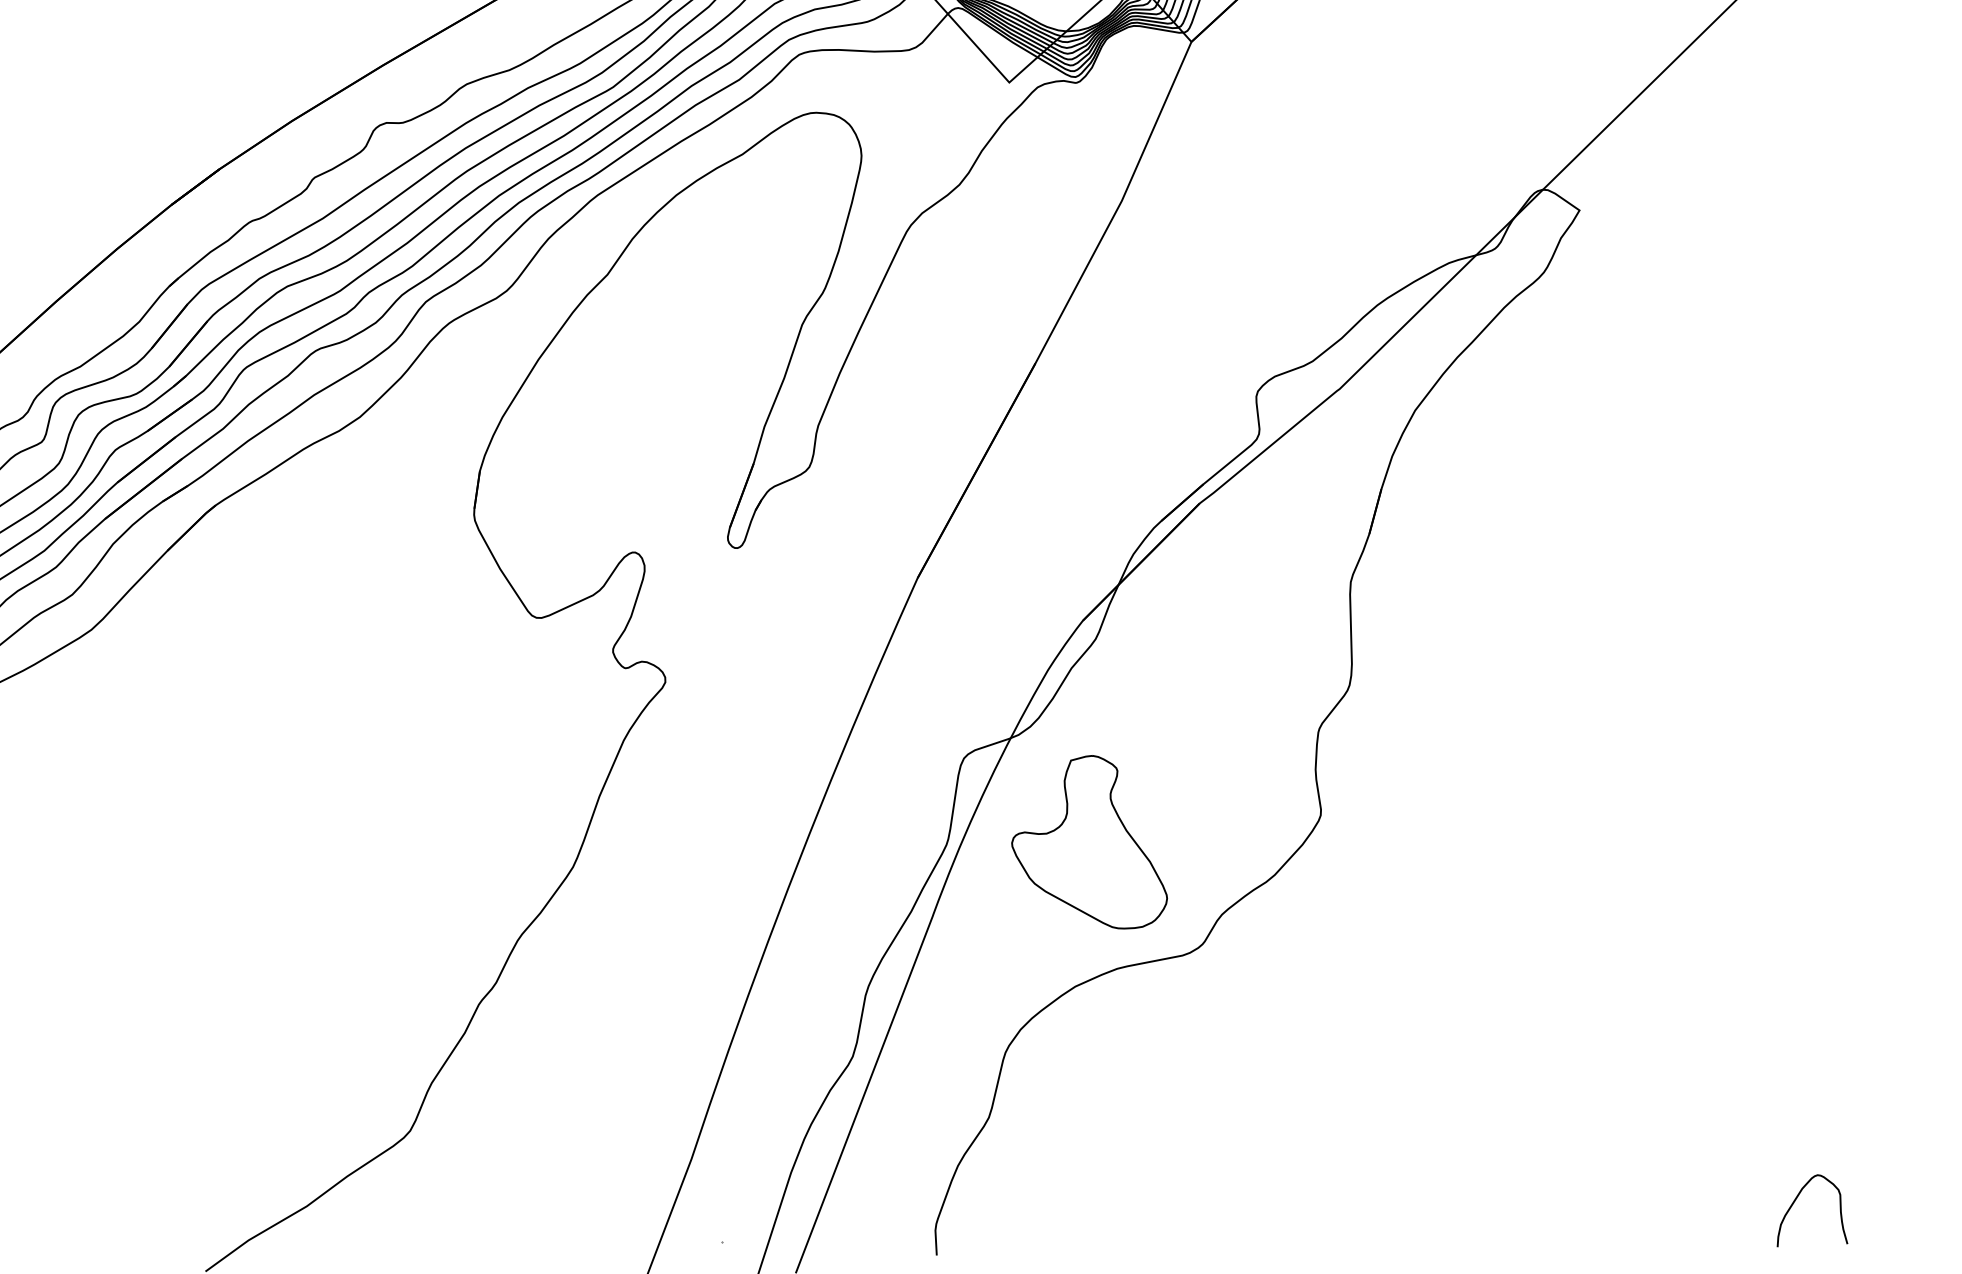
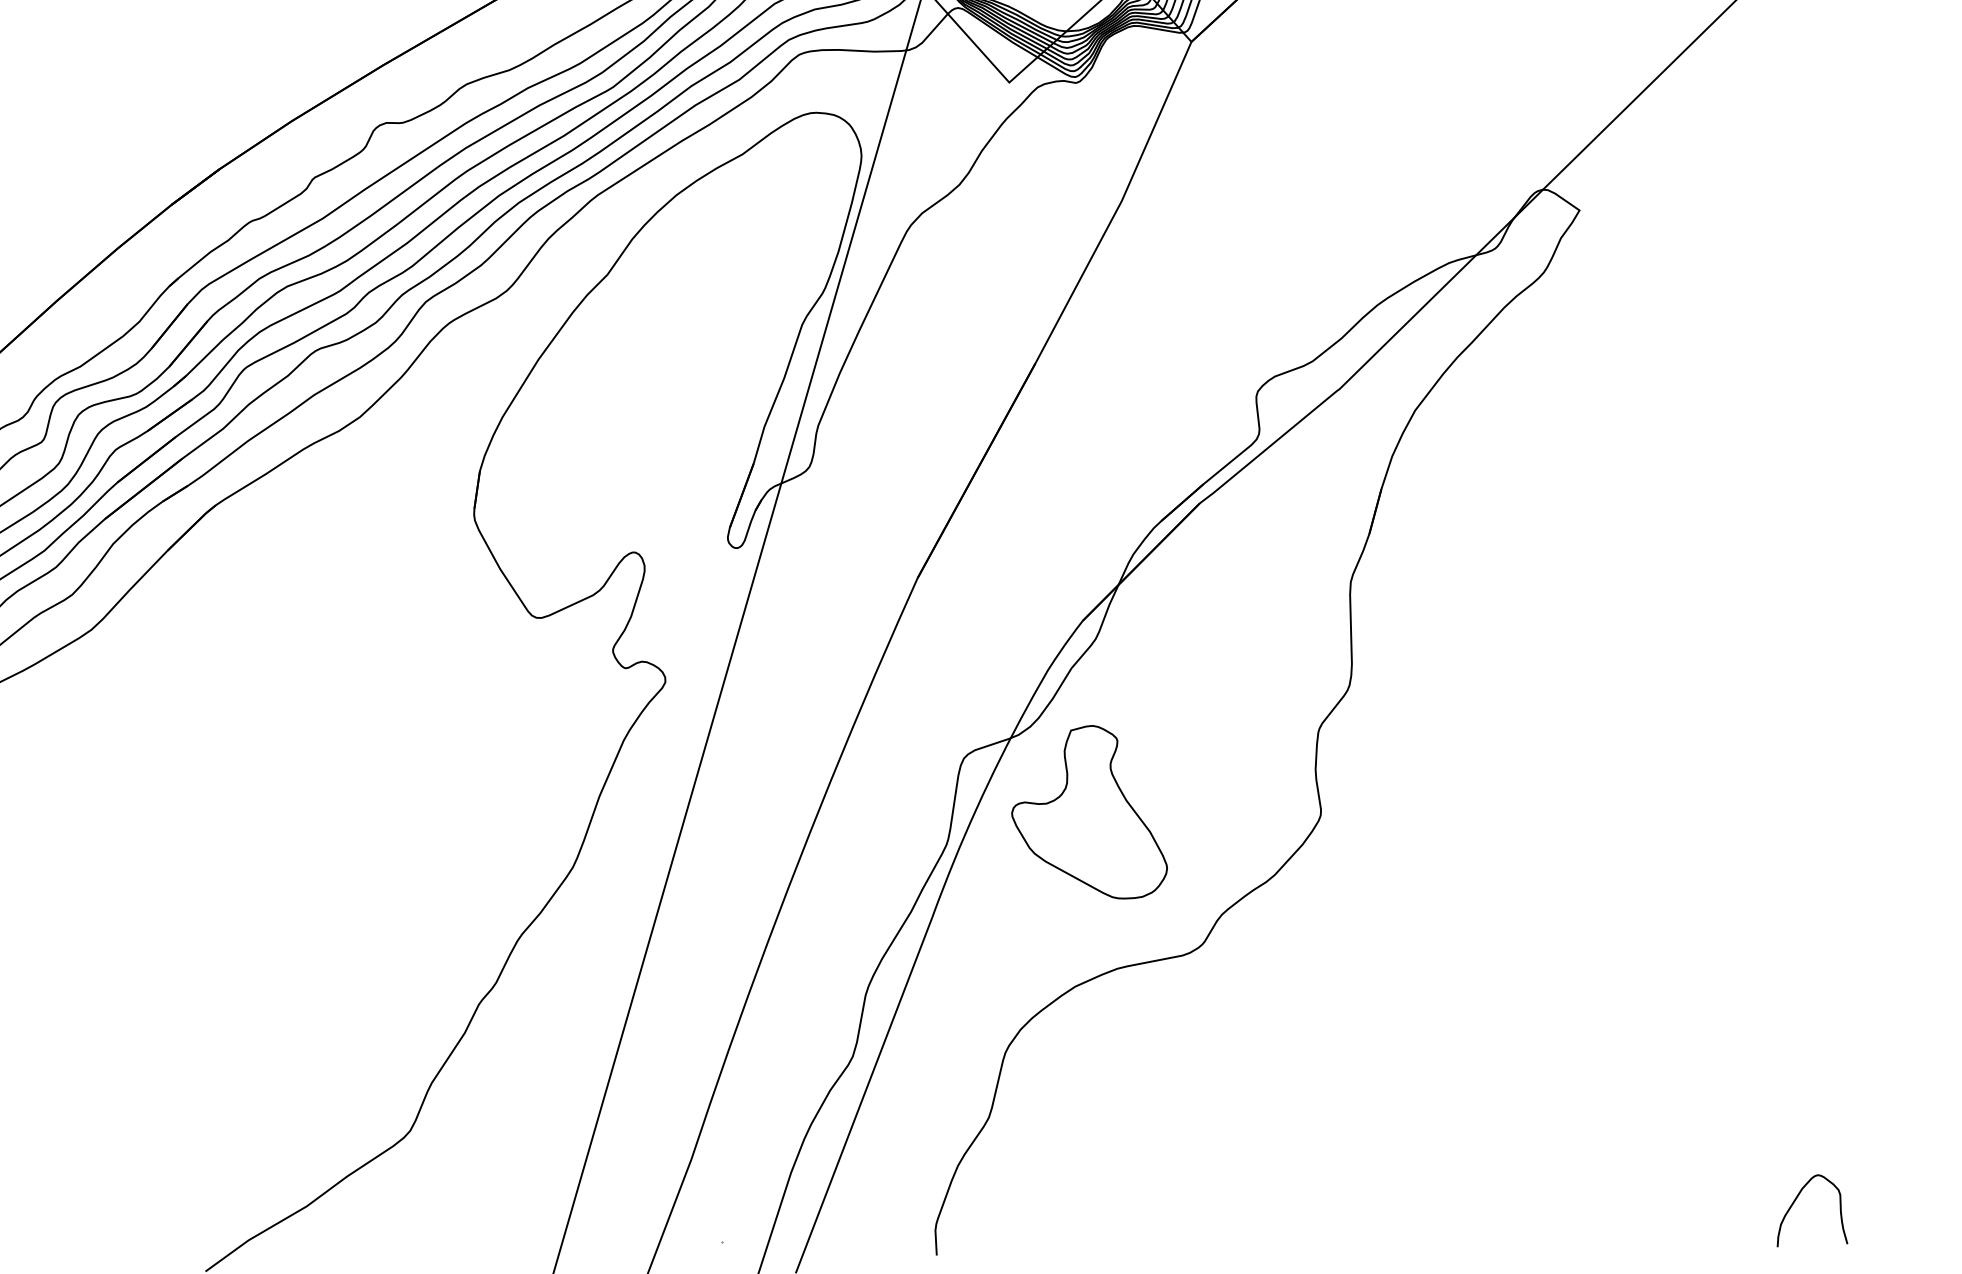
line at (737, 636): none -> present
part at (1089, 842) position: (1089, 842) -> (1089, 812)
